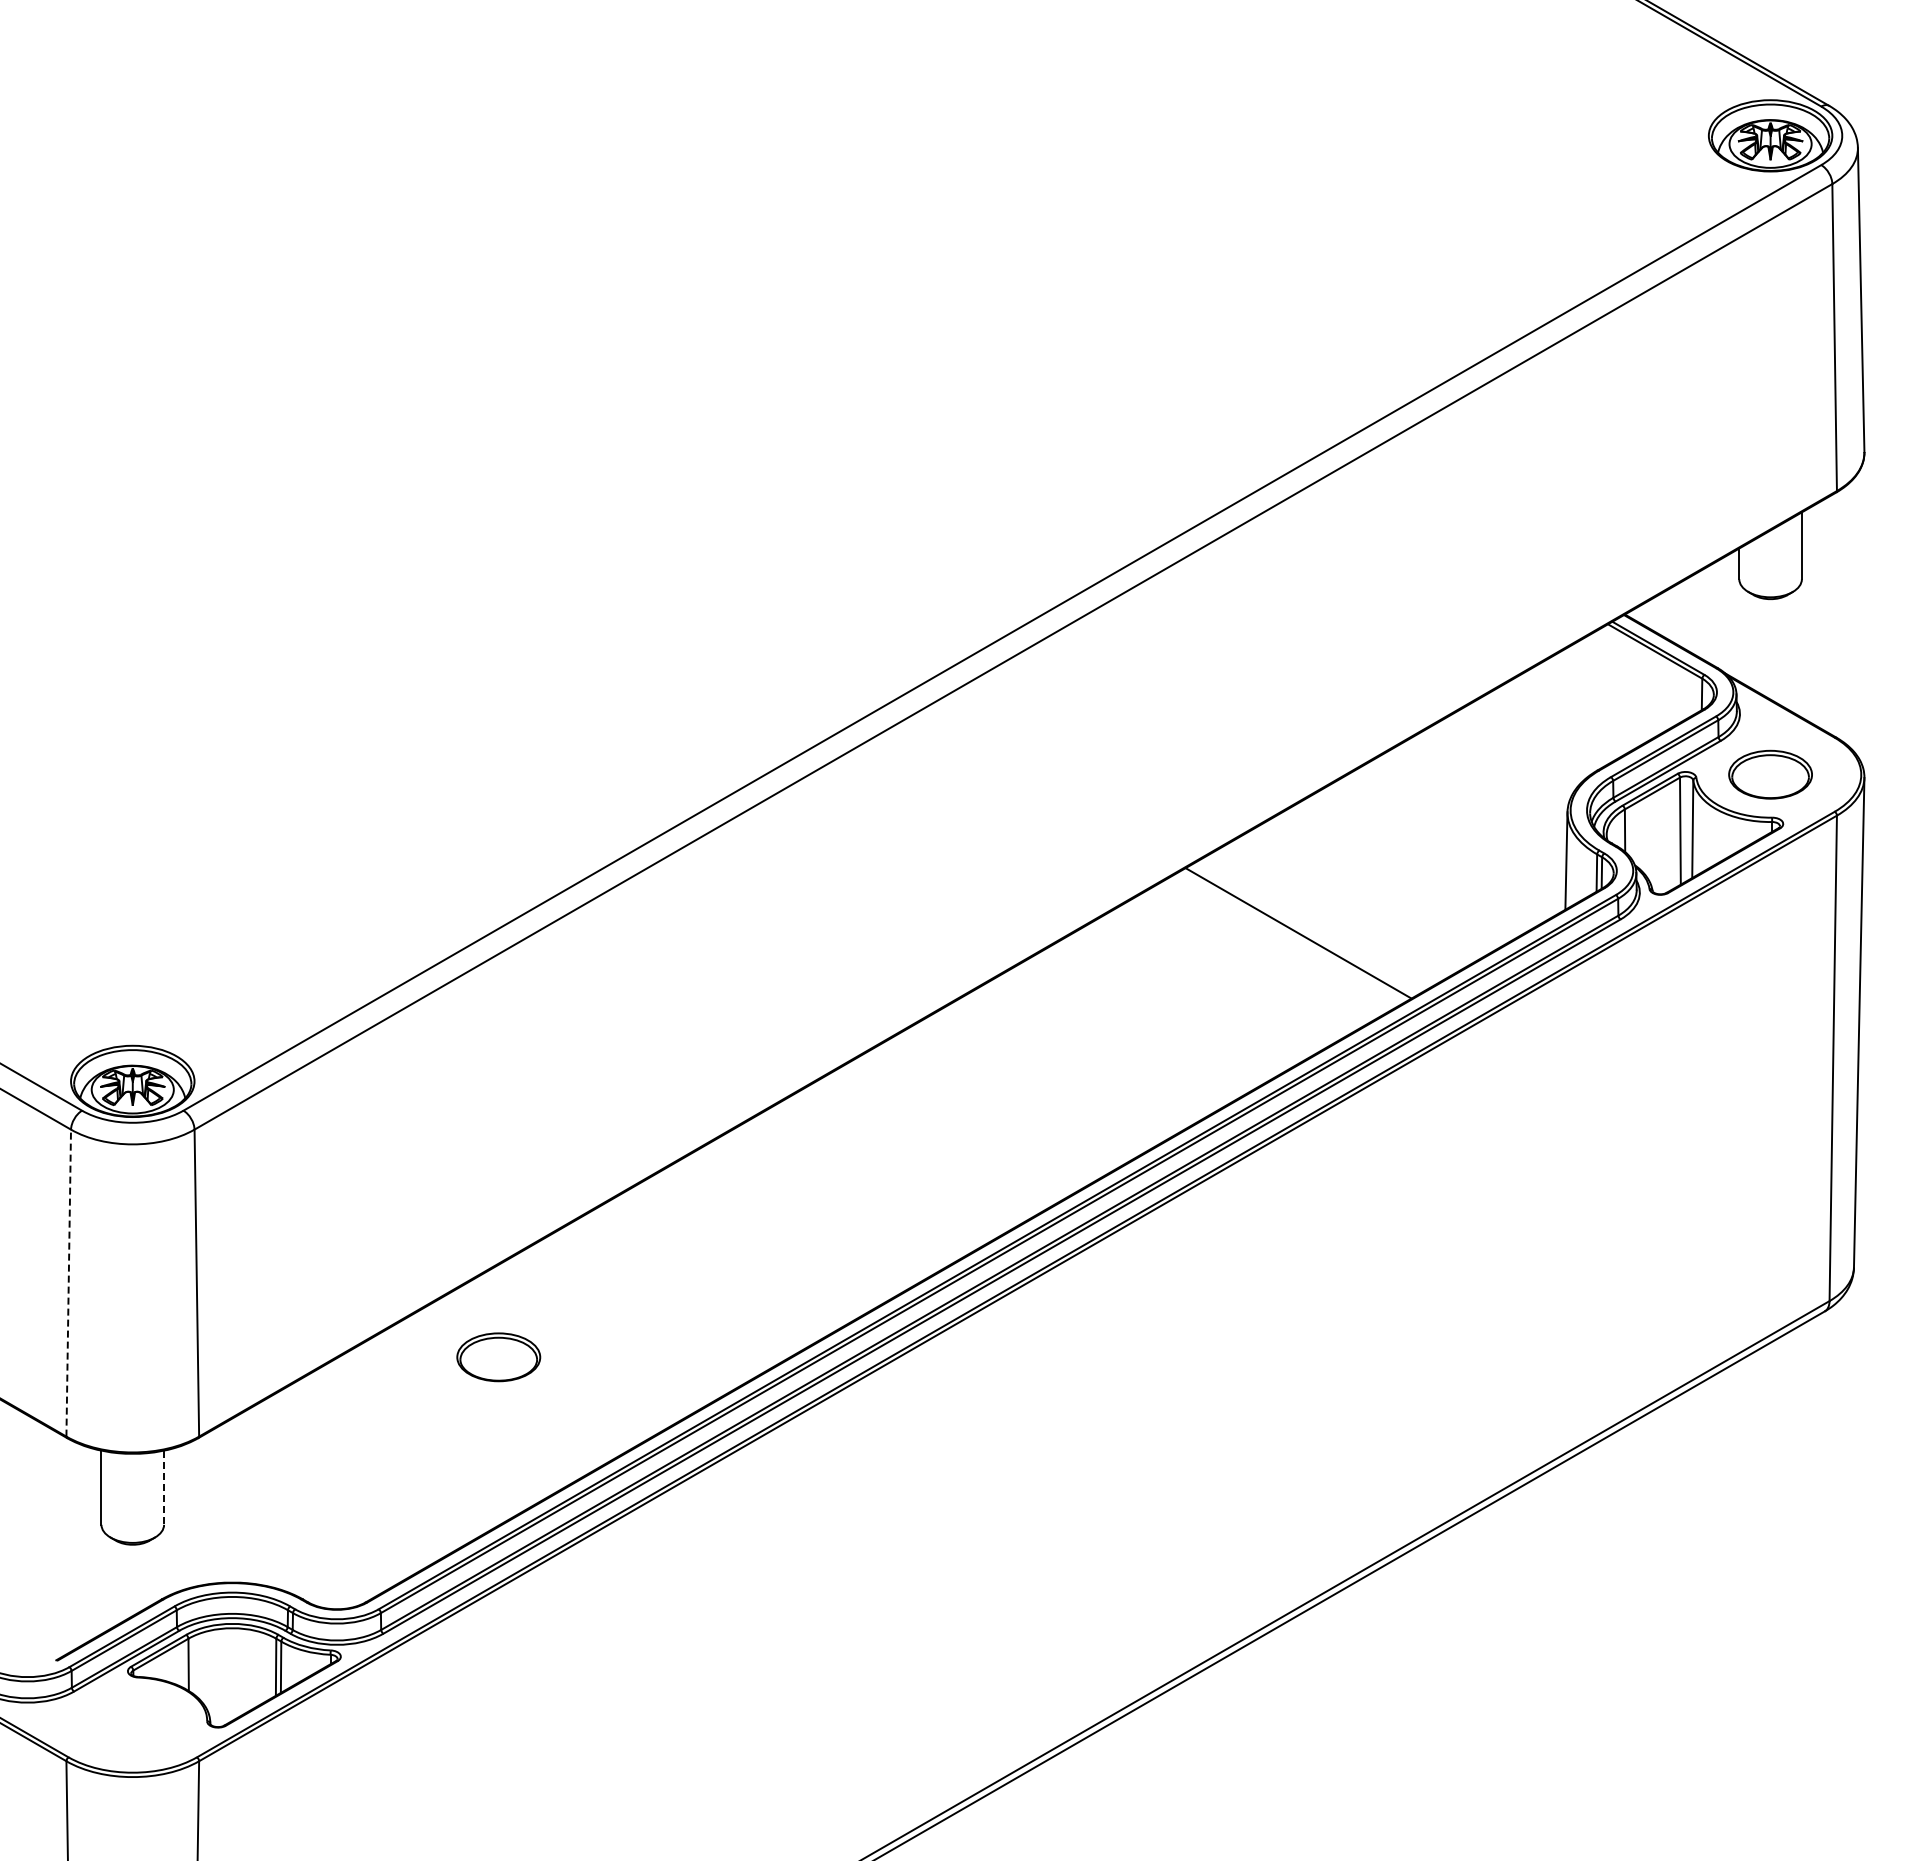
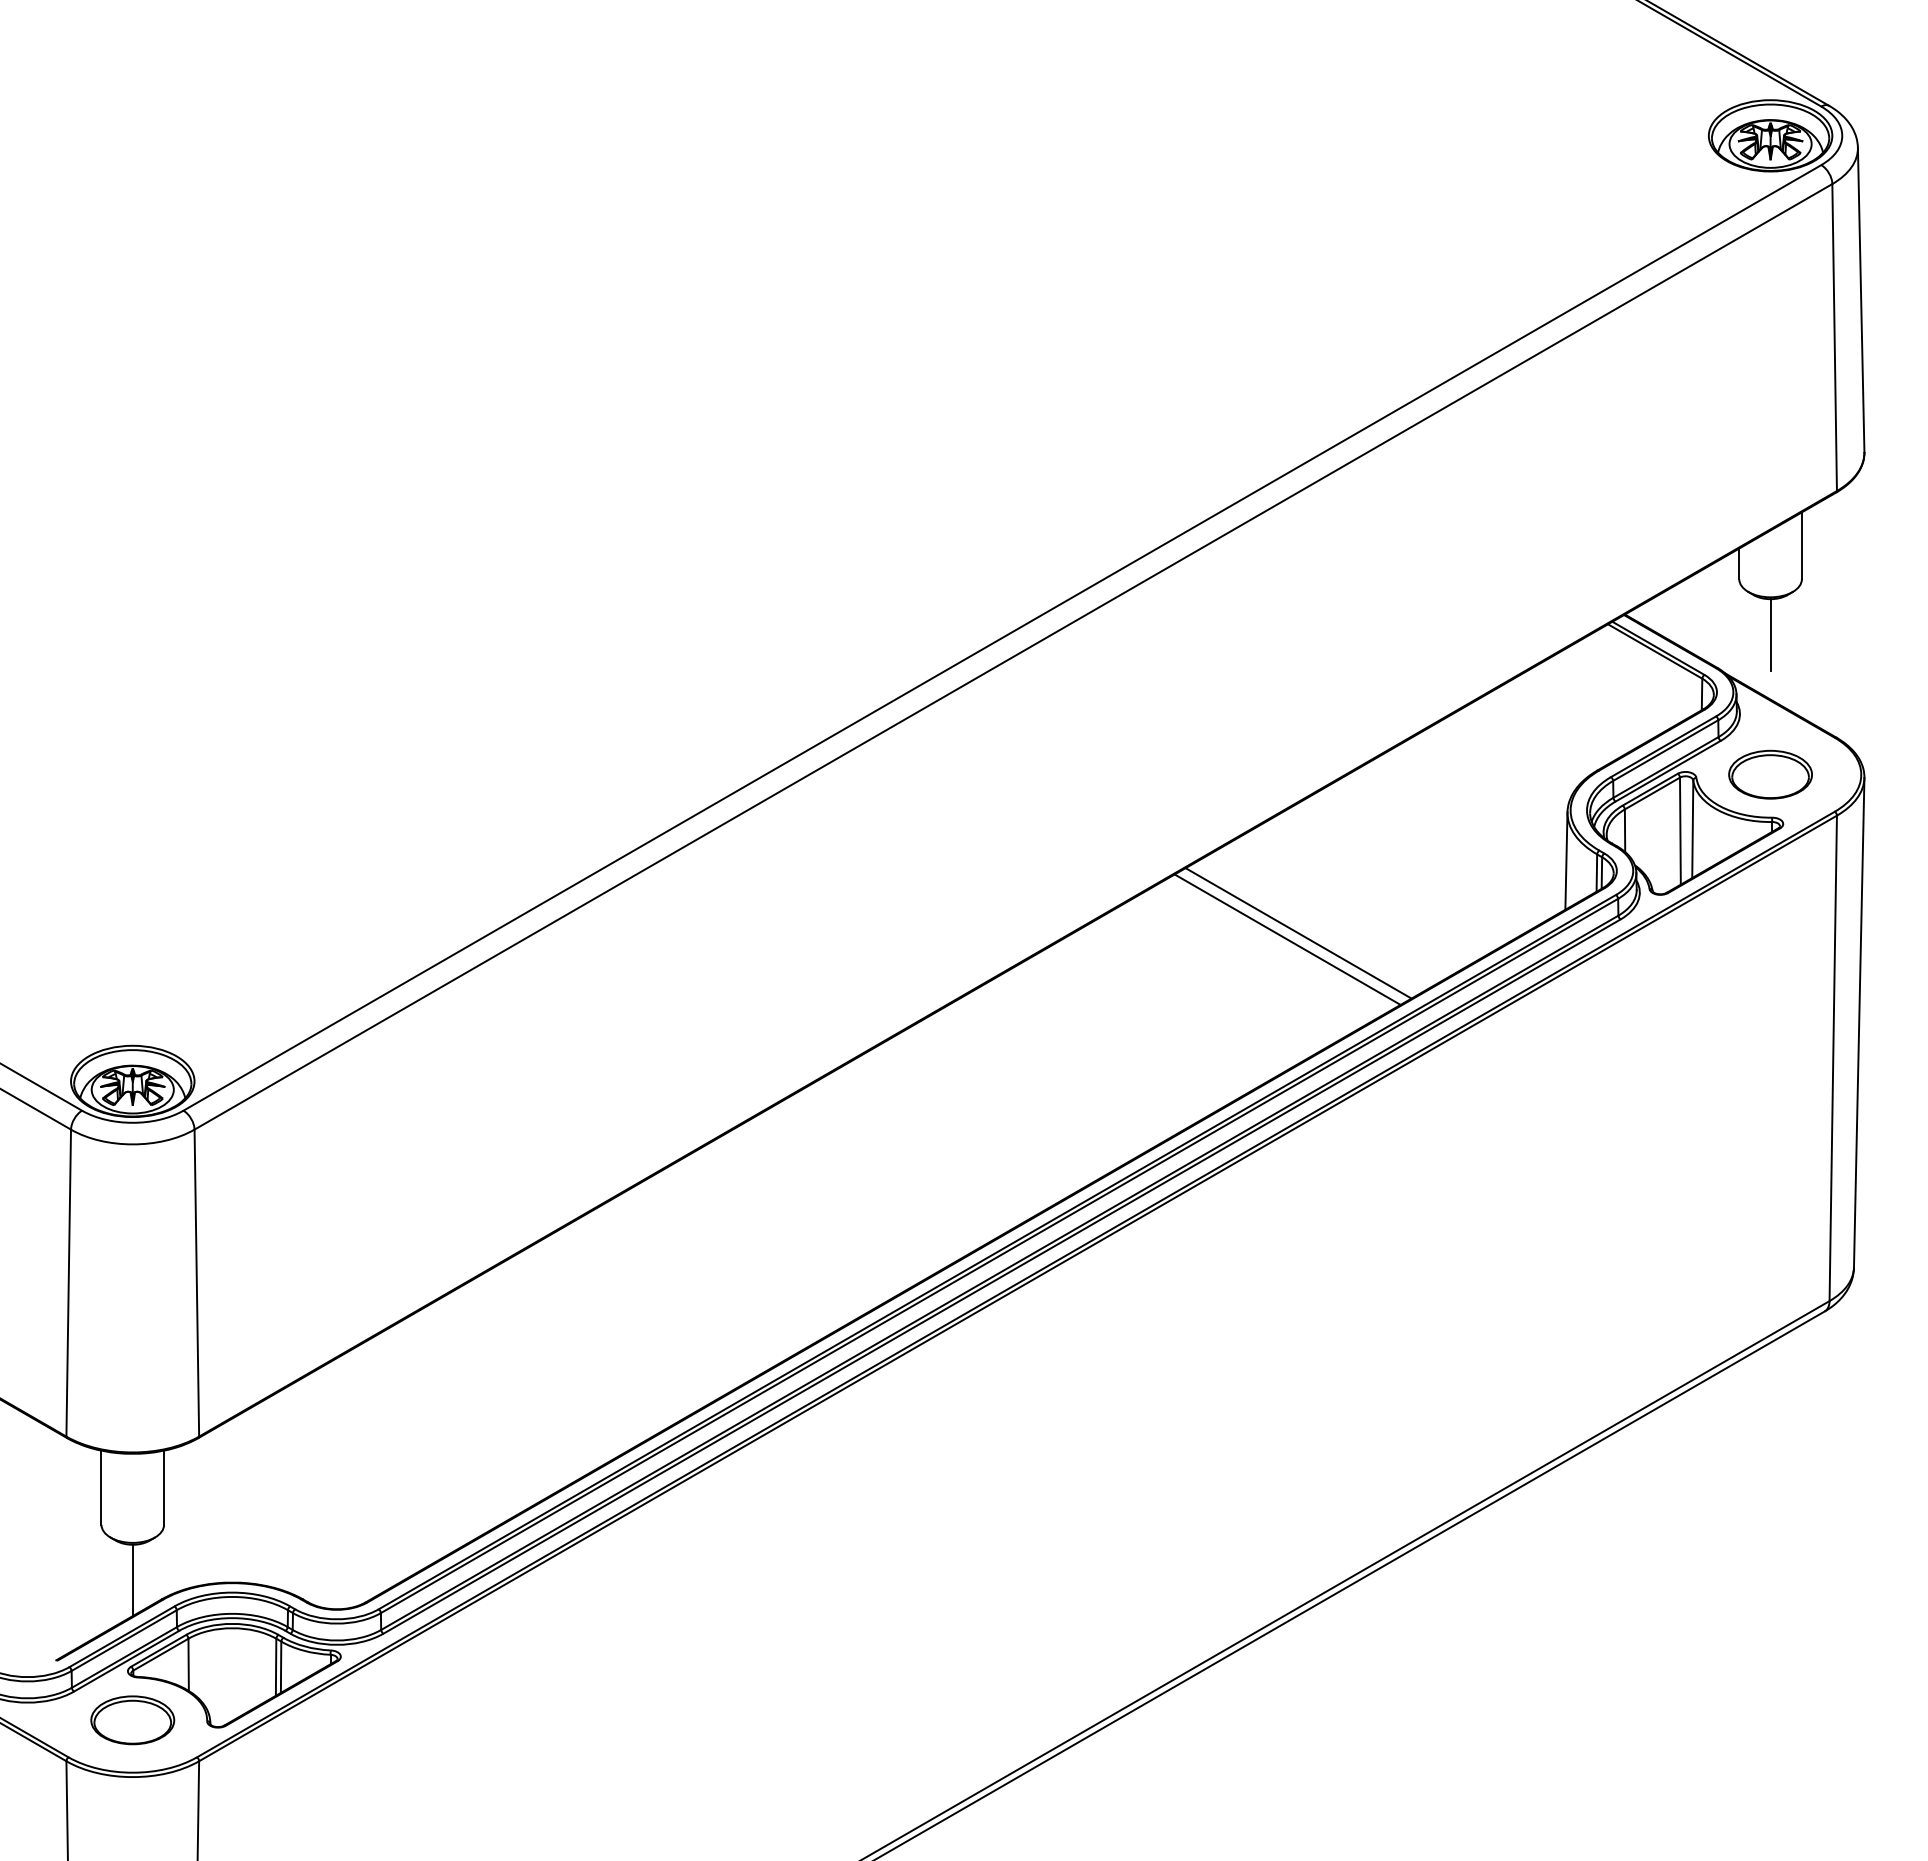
line at (1770, 634): none -> present
line at (1287, 939): none -> present
line at (68, 1282): dashed -> solid
part at (498, 1357) position: (498, 1357) -> (132, 1720)
line at (164, 1488): dashed -> solid
line at (132, 1580): none -> present
